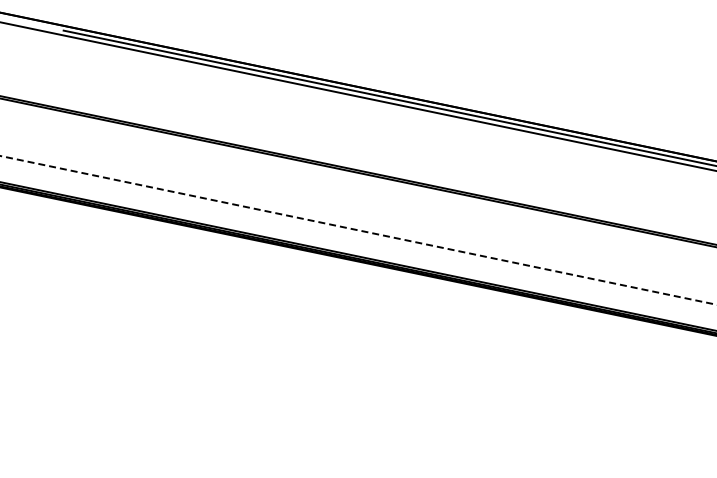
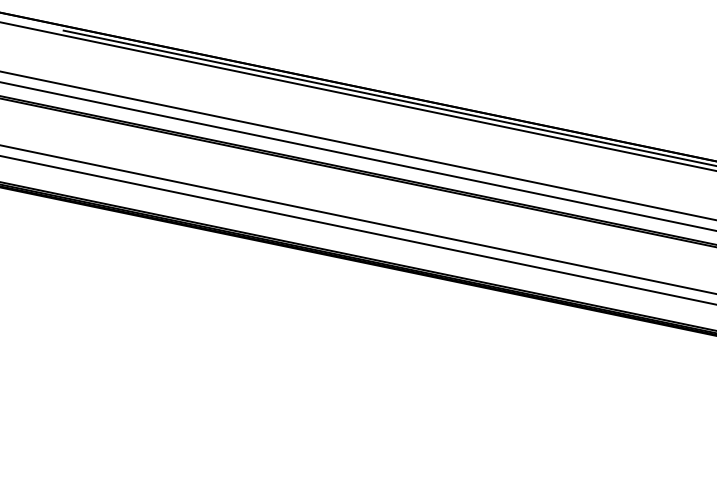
line at (357, 145): none -> present
line at (357, 156): none -> present
line at (357, 219): none -> present
line at (358, 230): dashed -> solid
